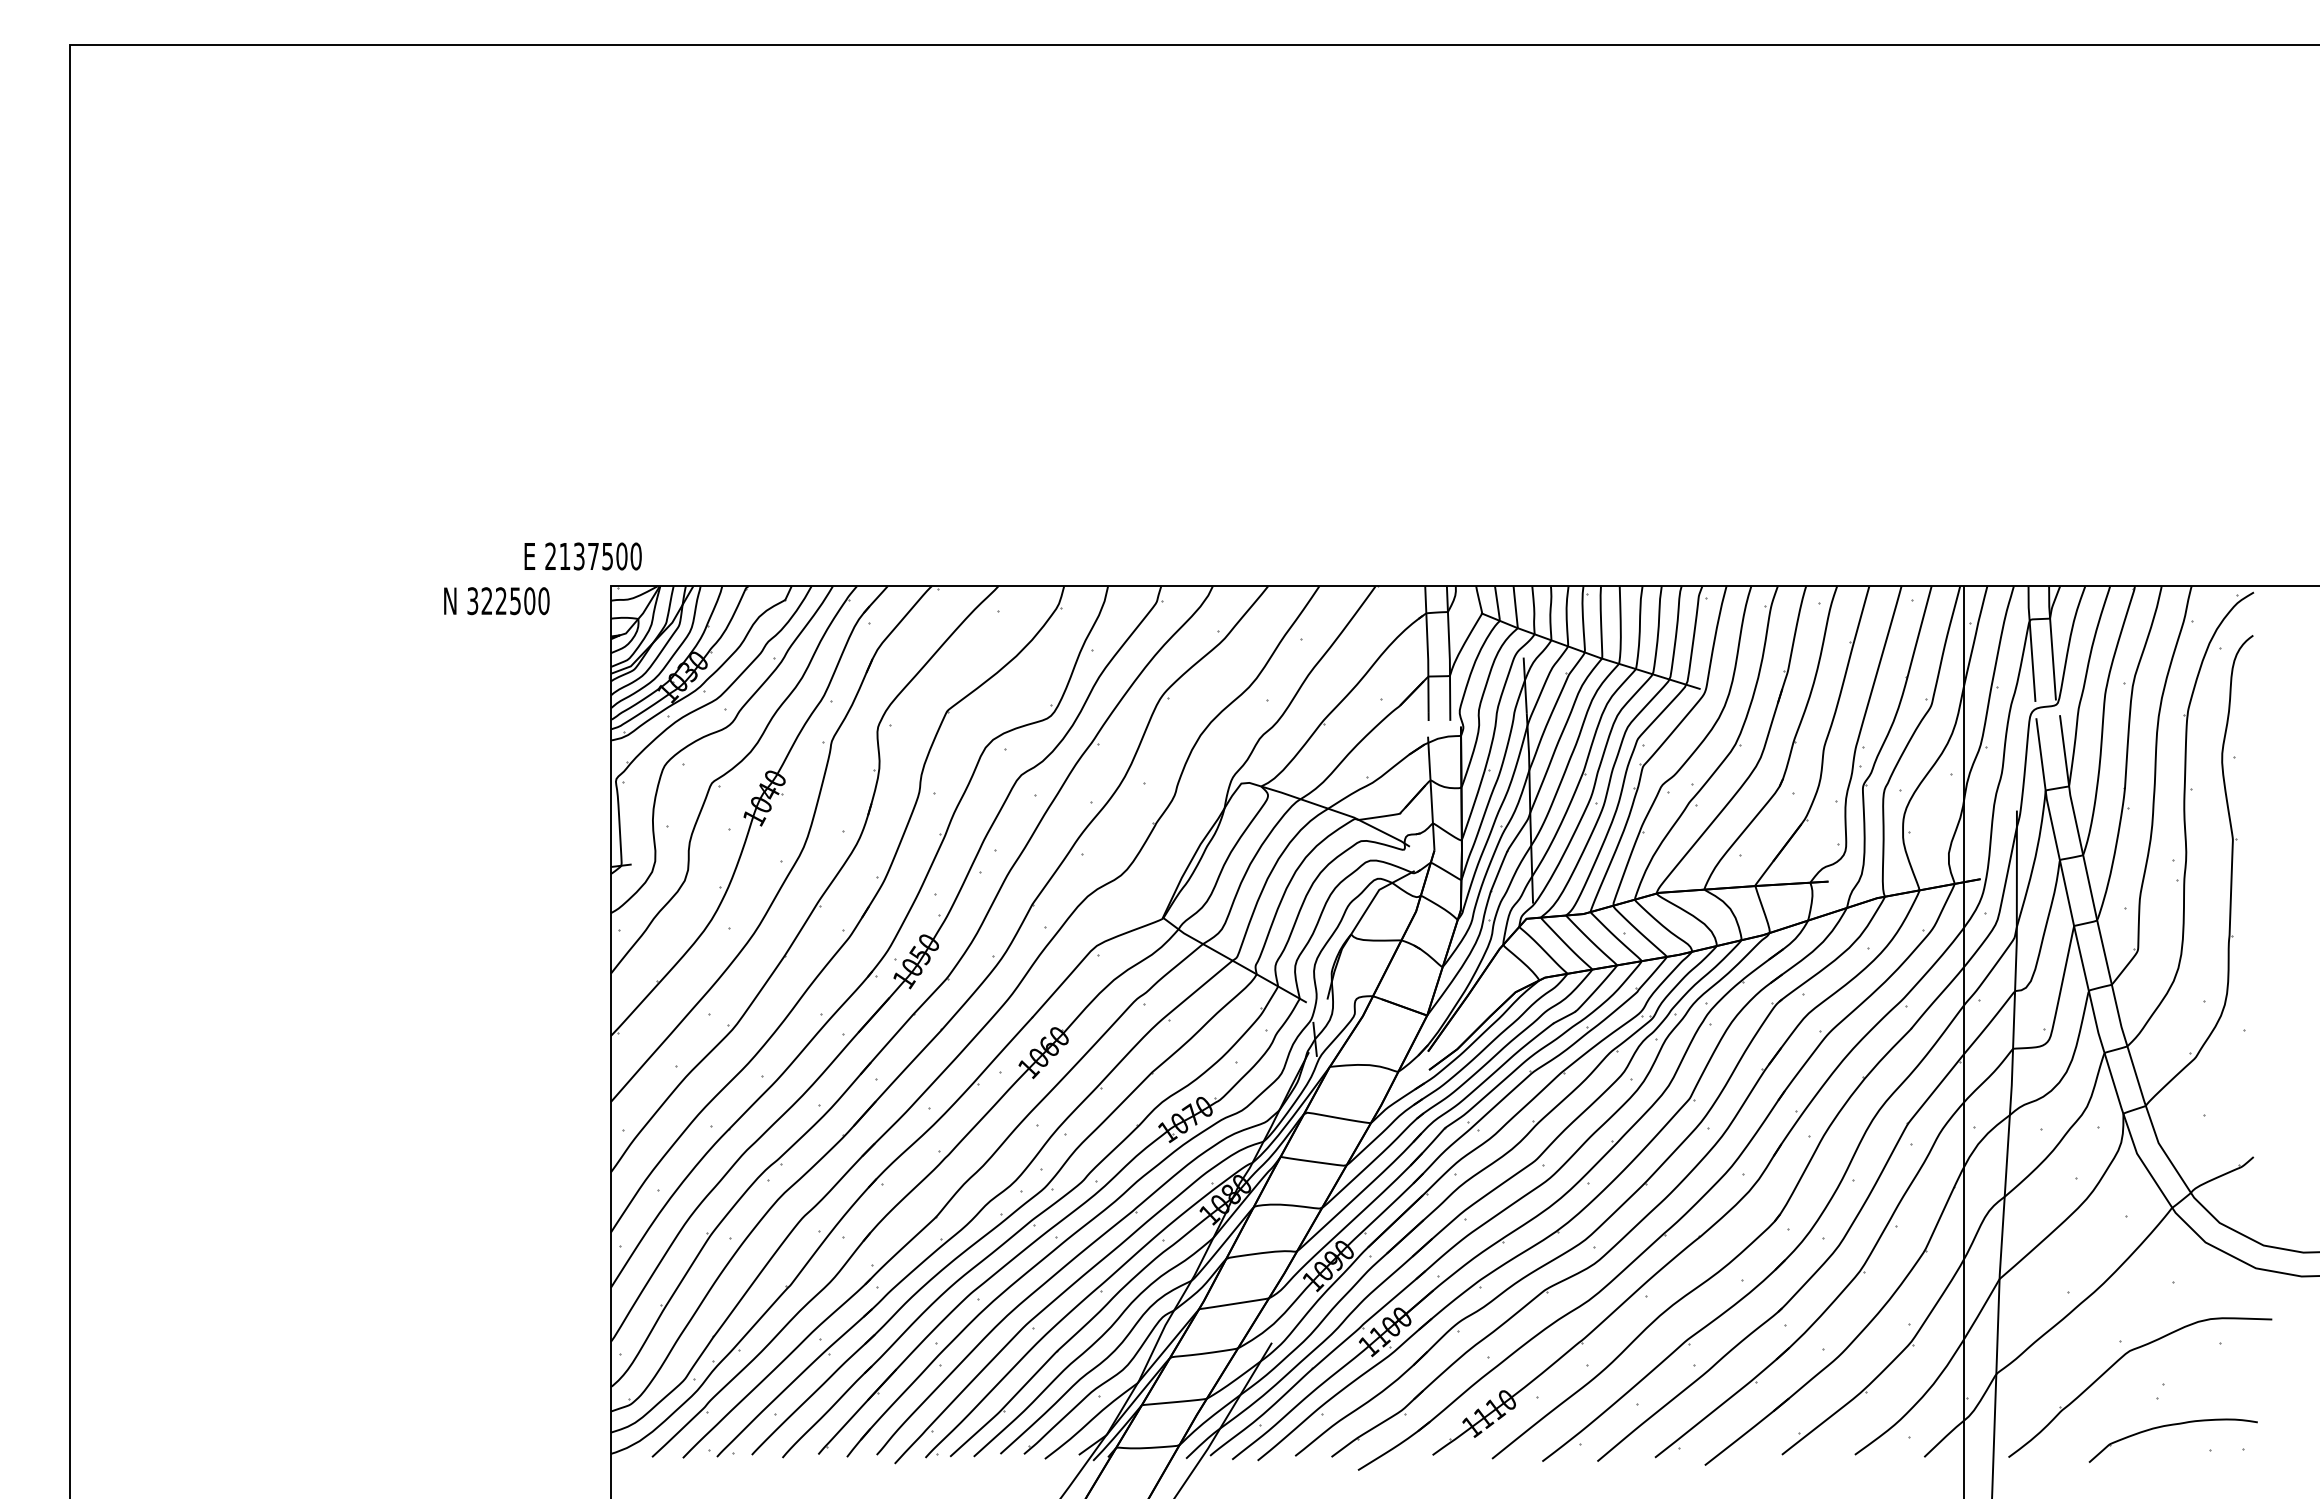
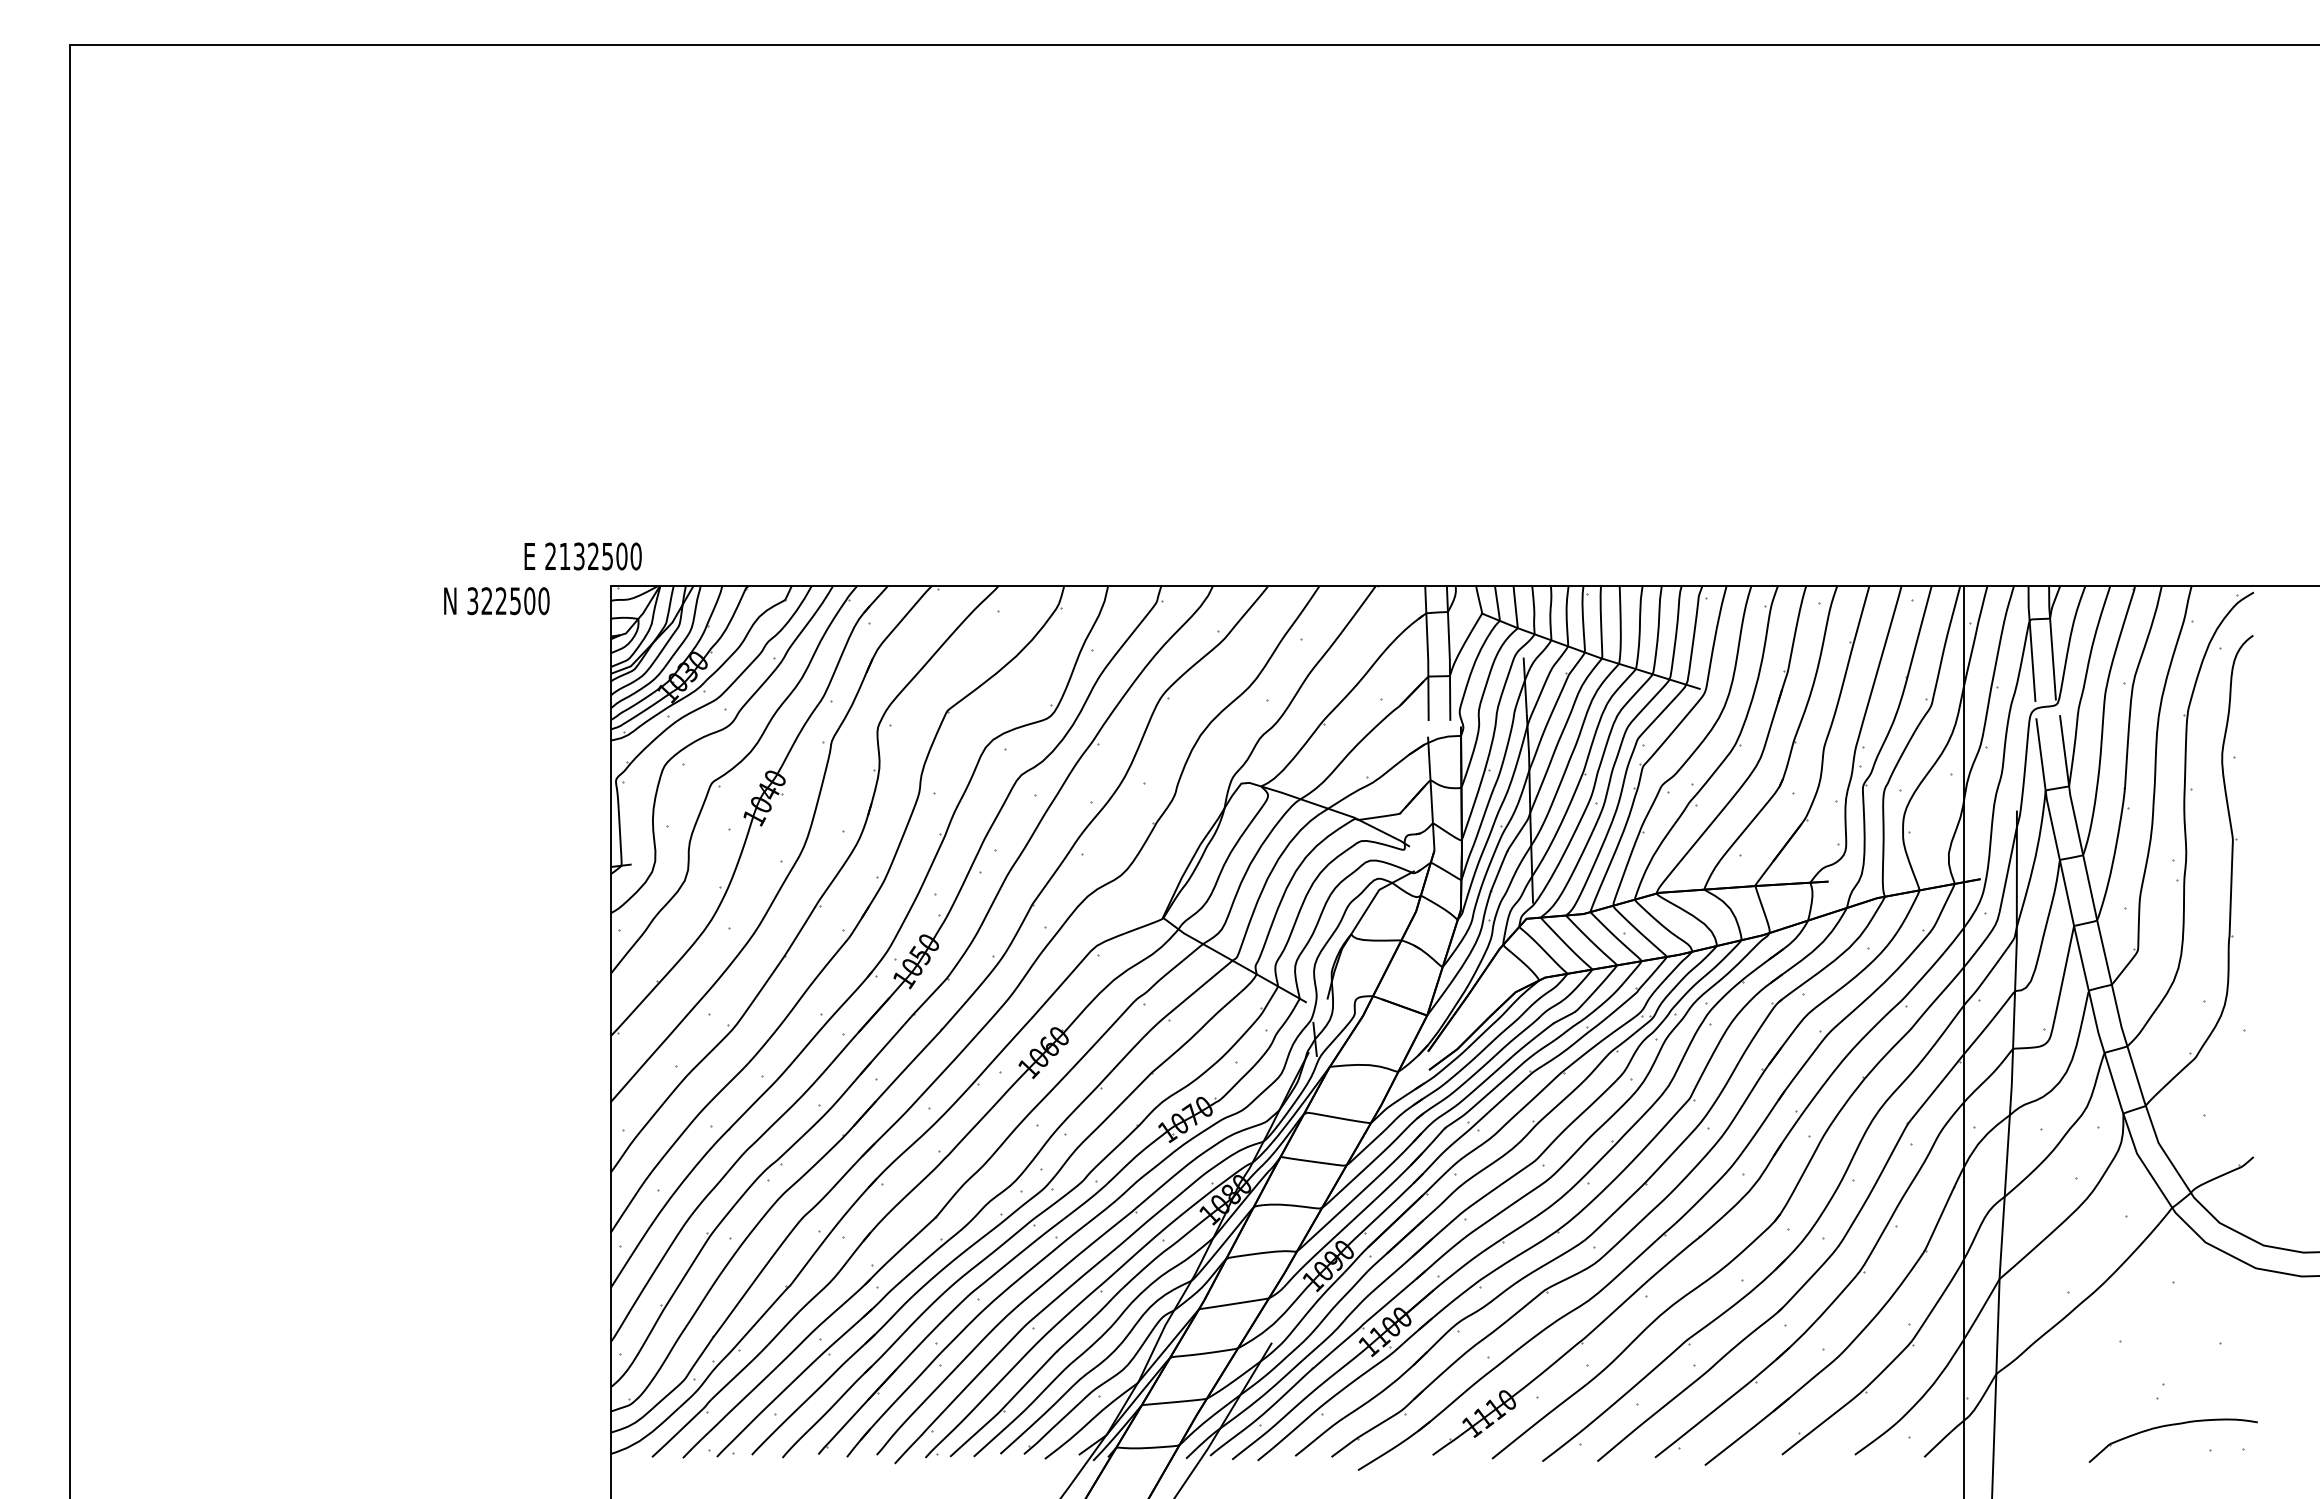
text at (593, 555): 2137500 -> 2132500
part at (2116, 1363): present -> none
